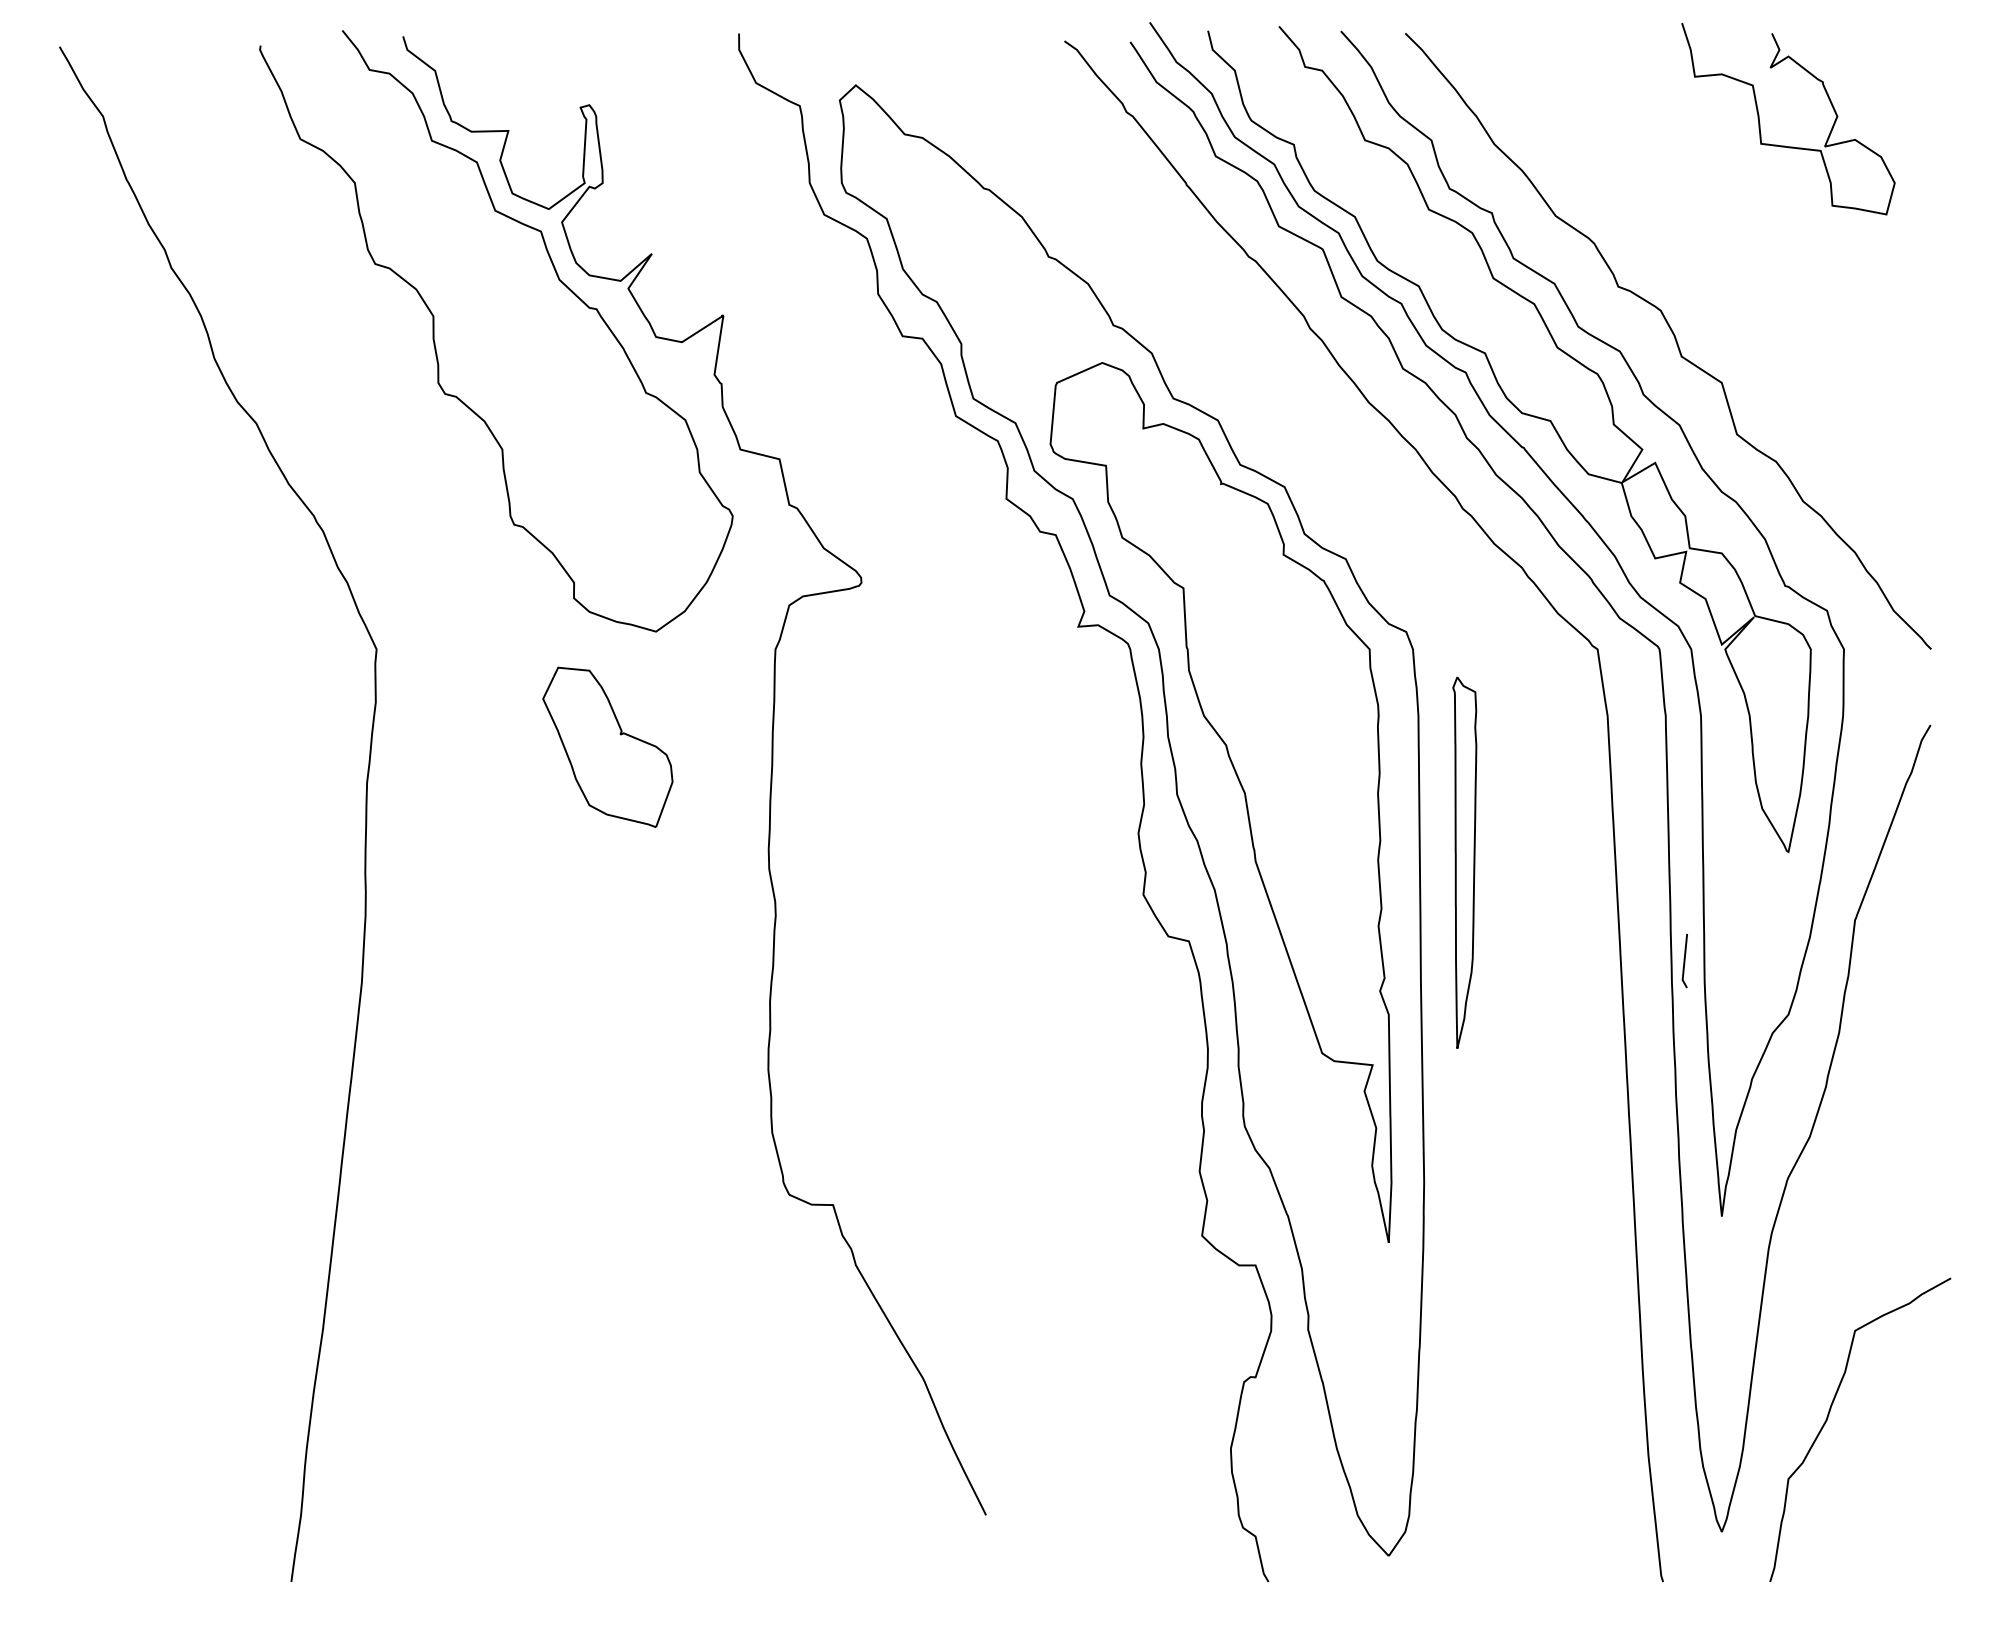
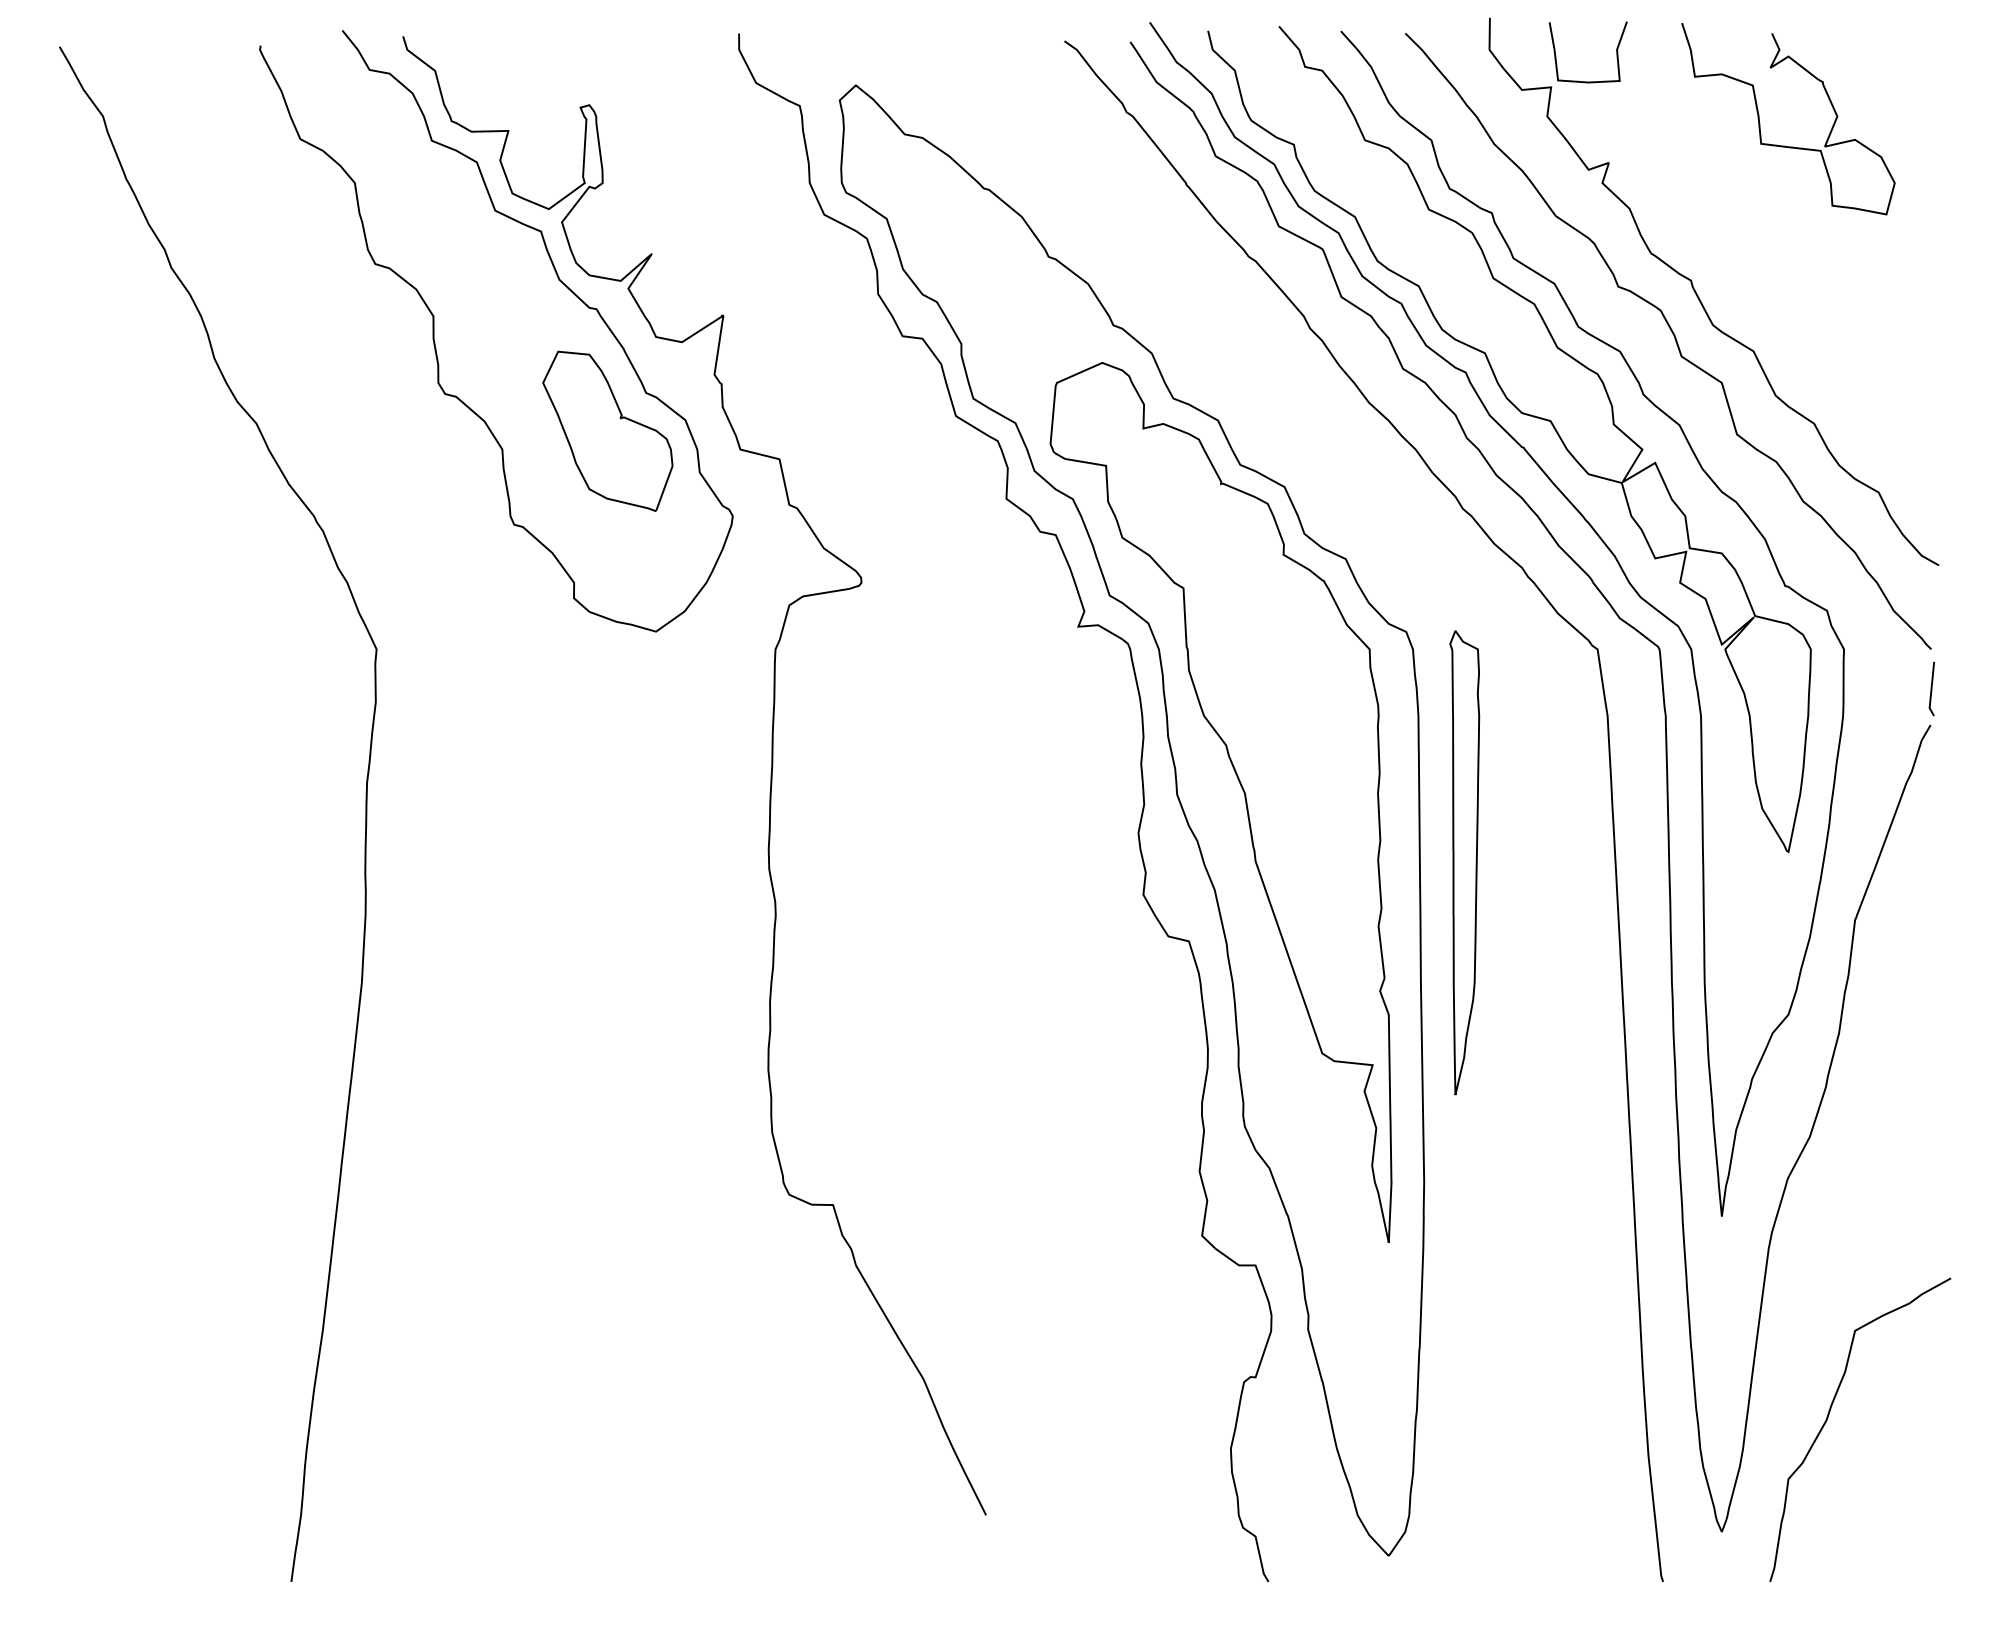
part at (1699, 297): none -> present
part at (607, 746) position: (607, 746) -> (607, 430)
part at (1464, 862) size: 26x373 px -> 32x466 px
line at (1684, 960) position: (1684, 960) -> (1931, 688)
